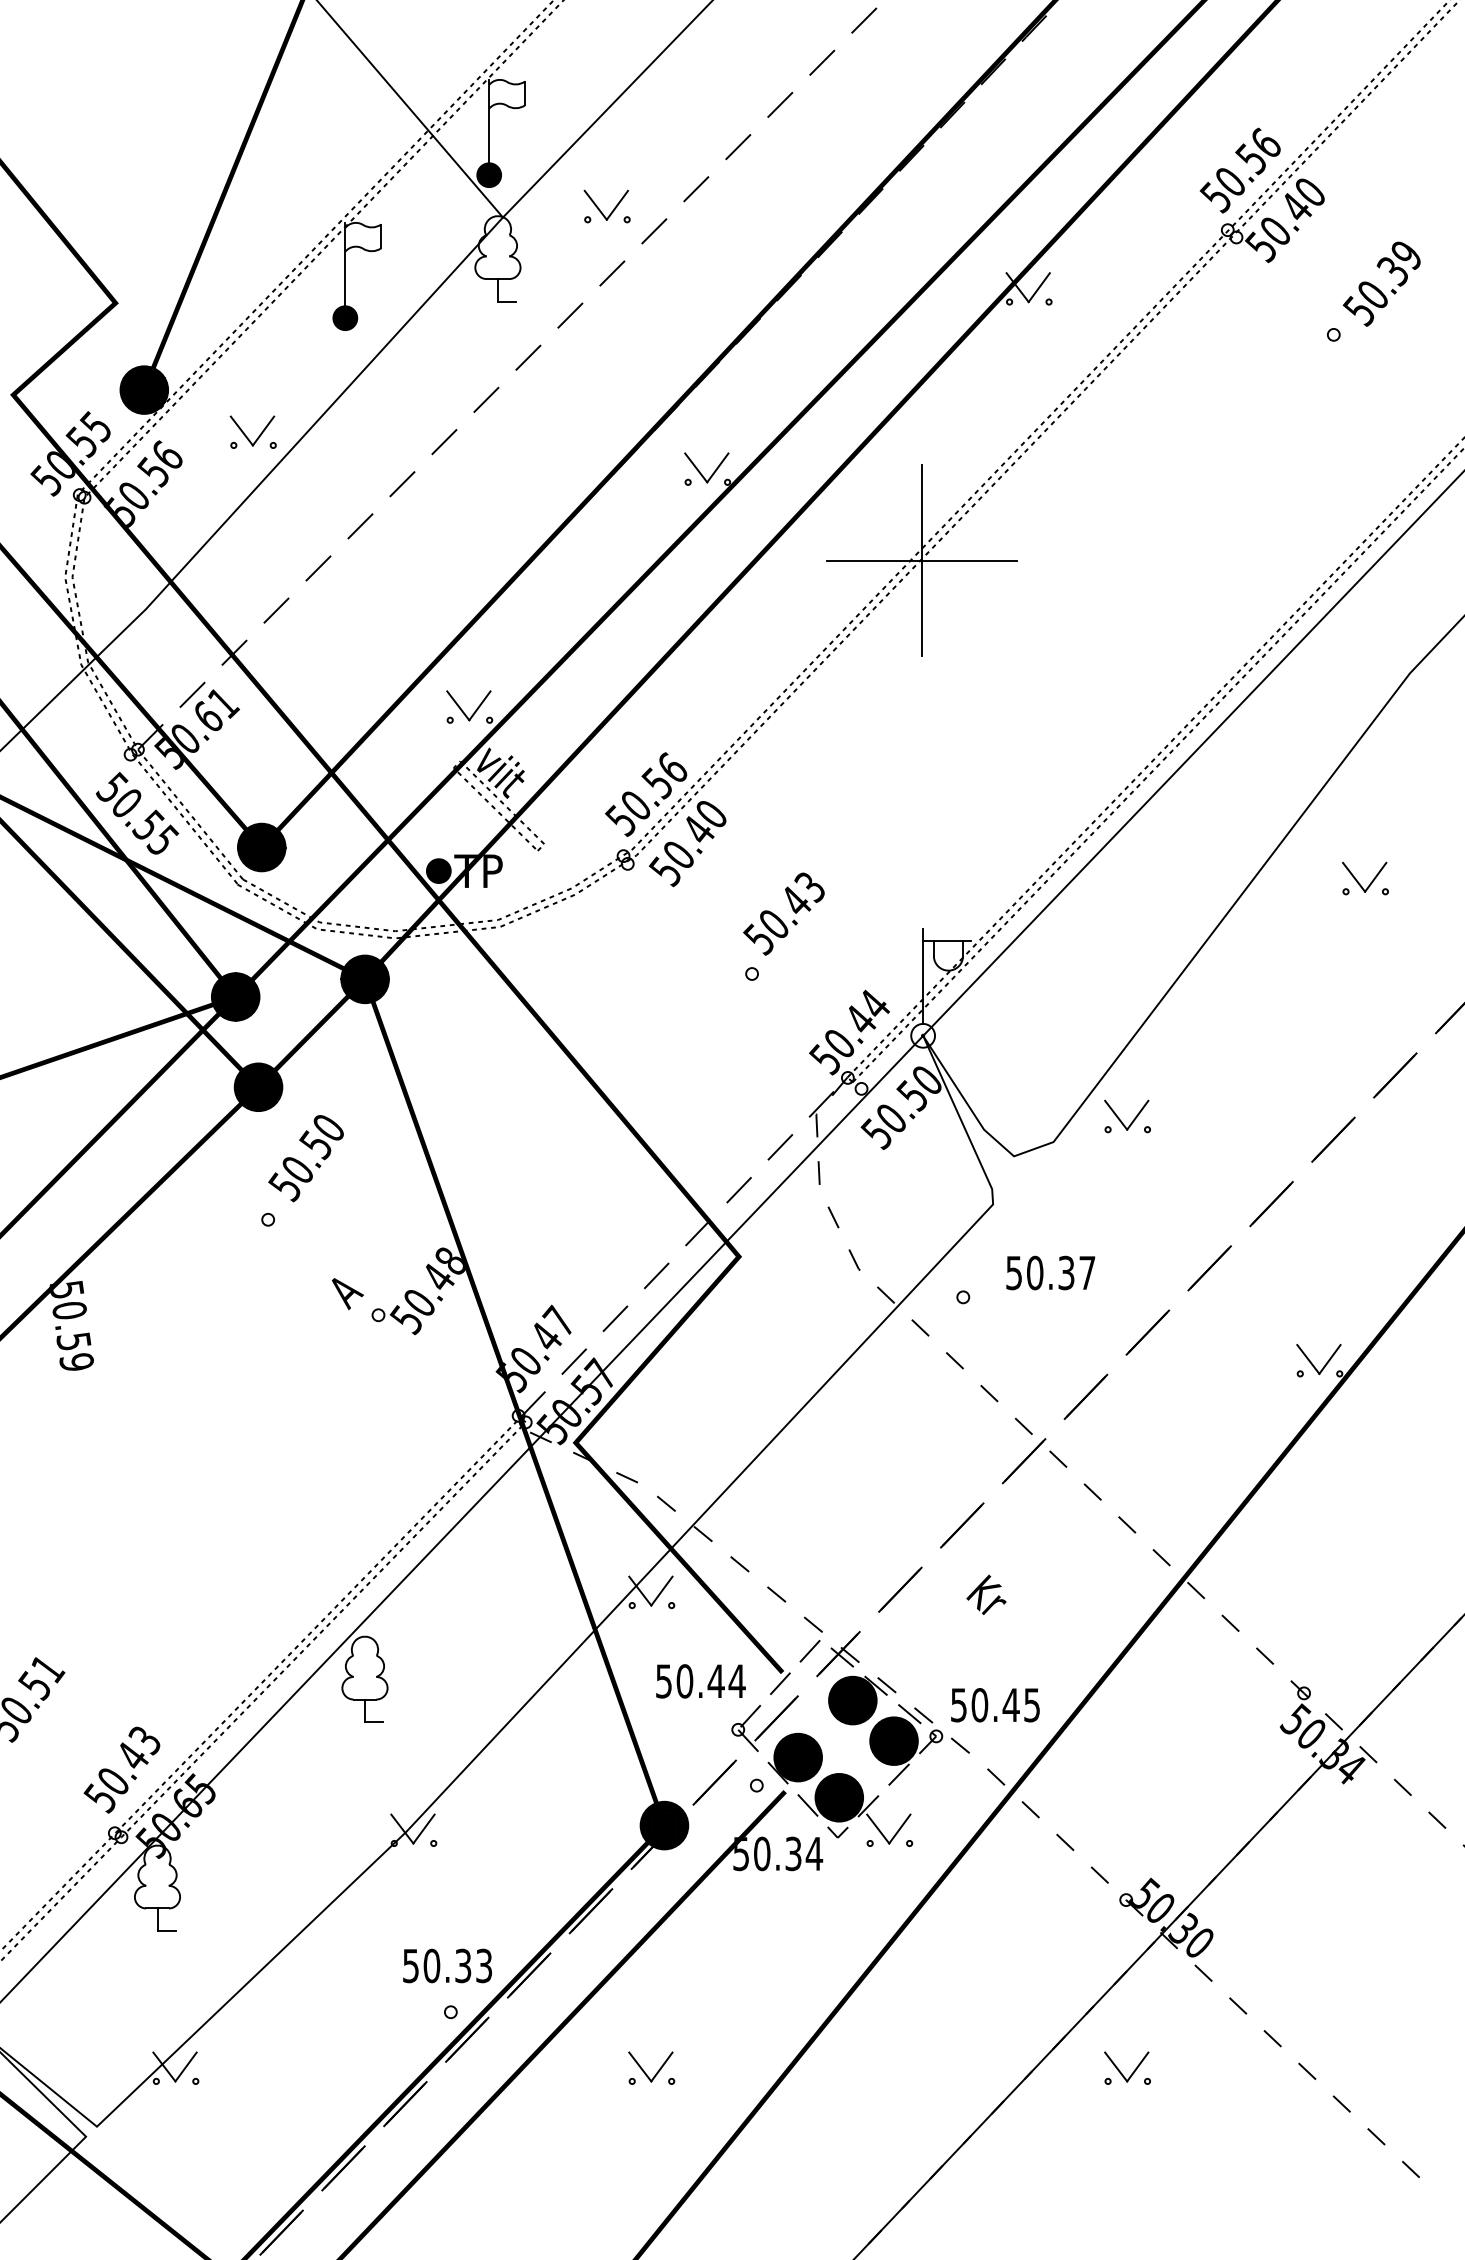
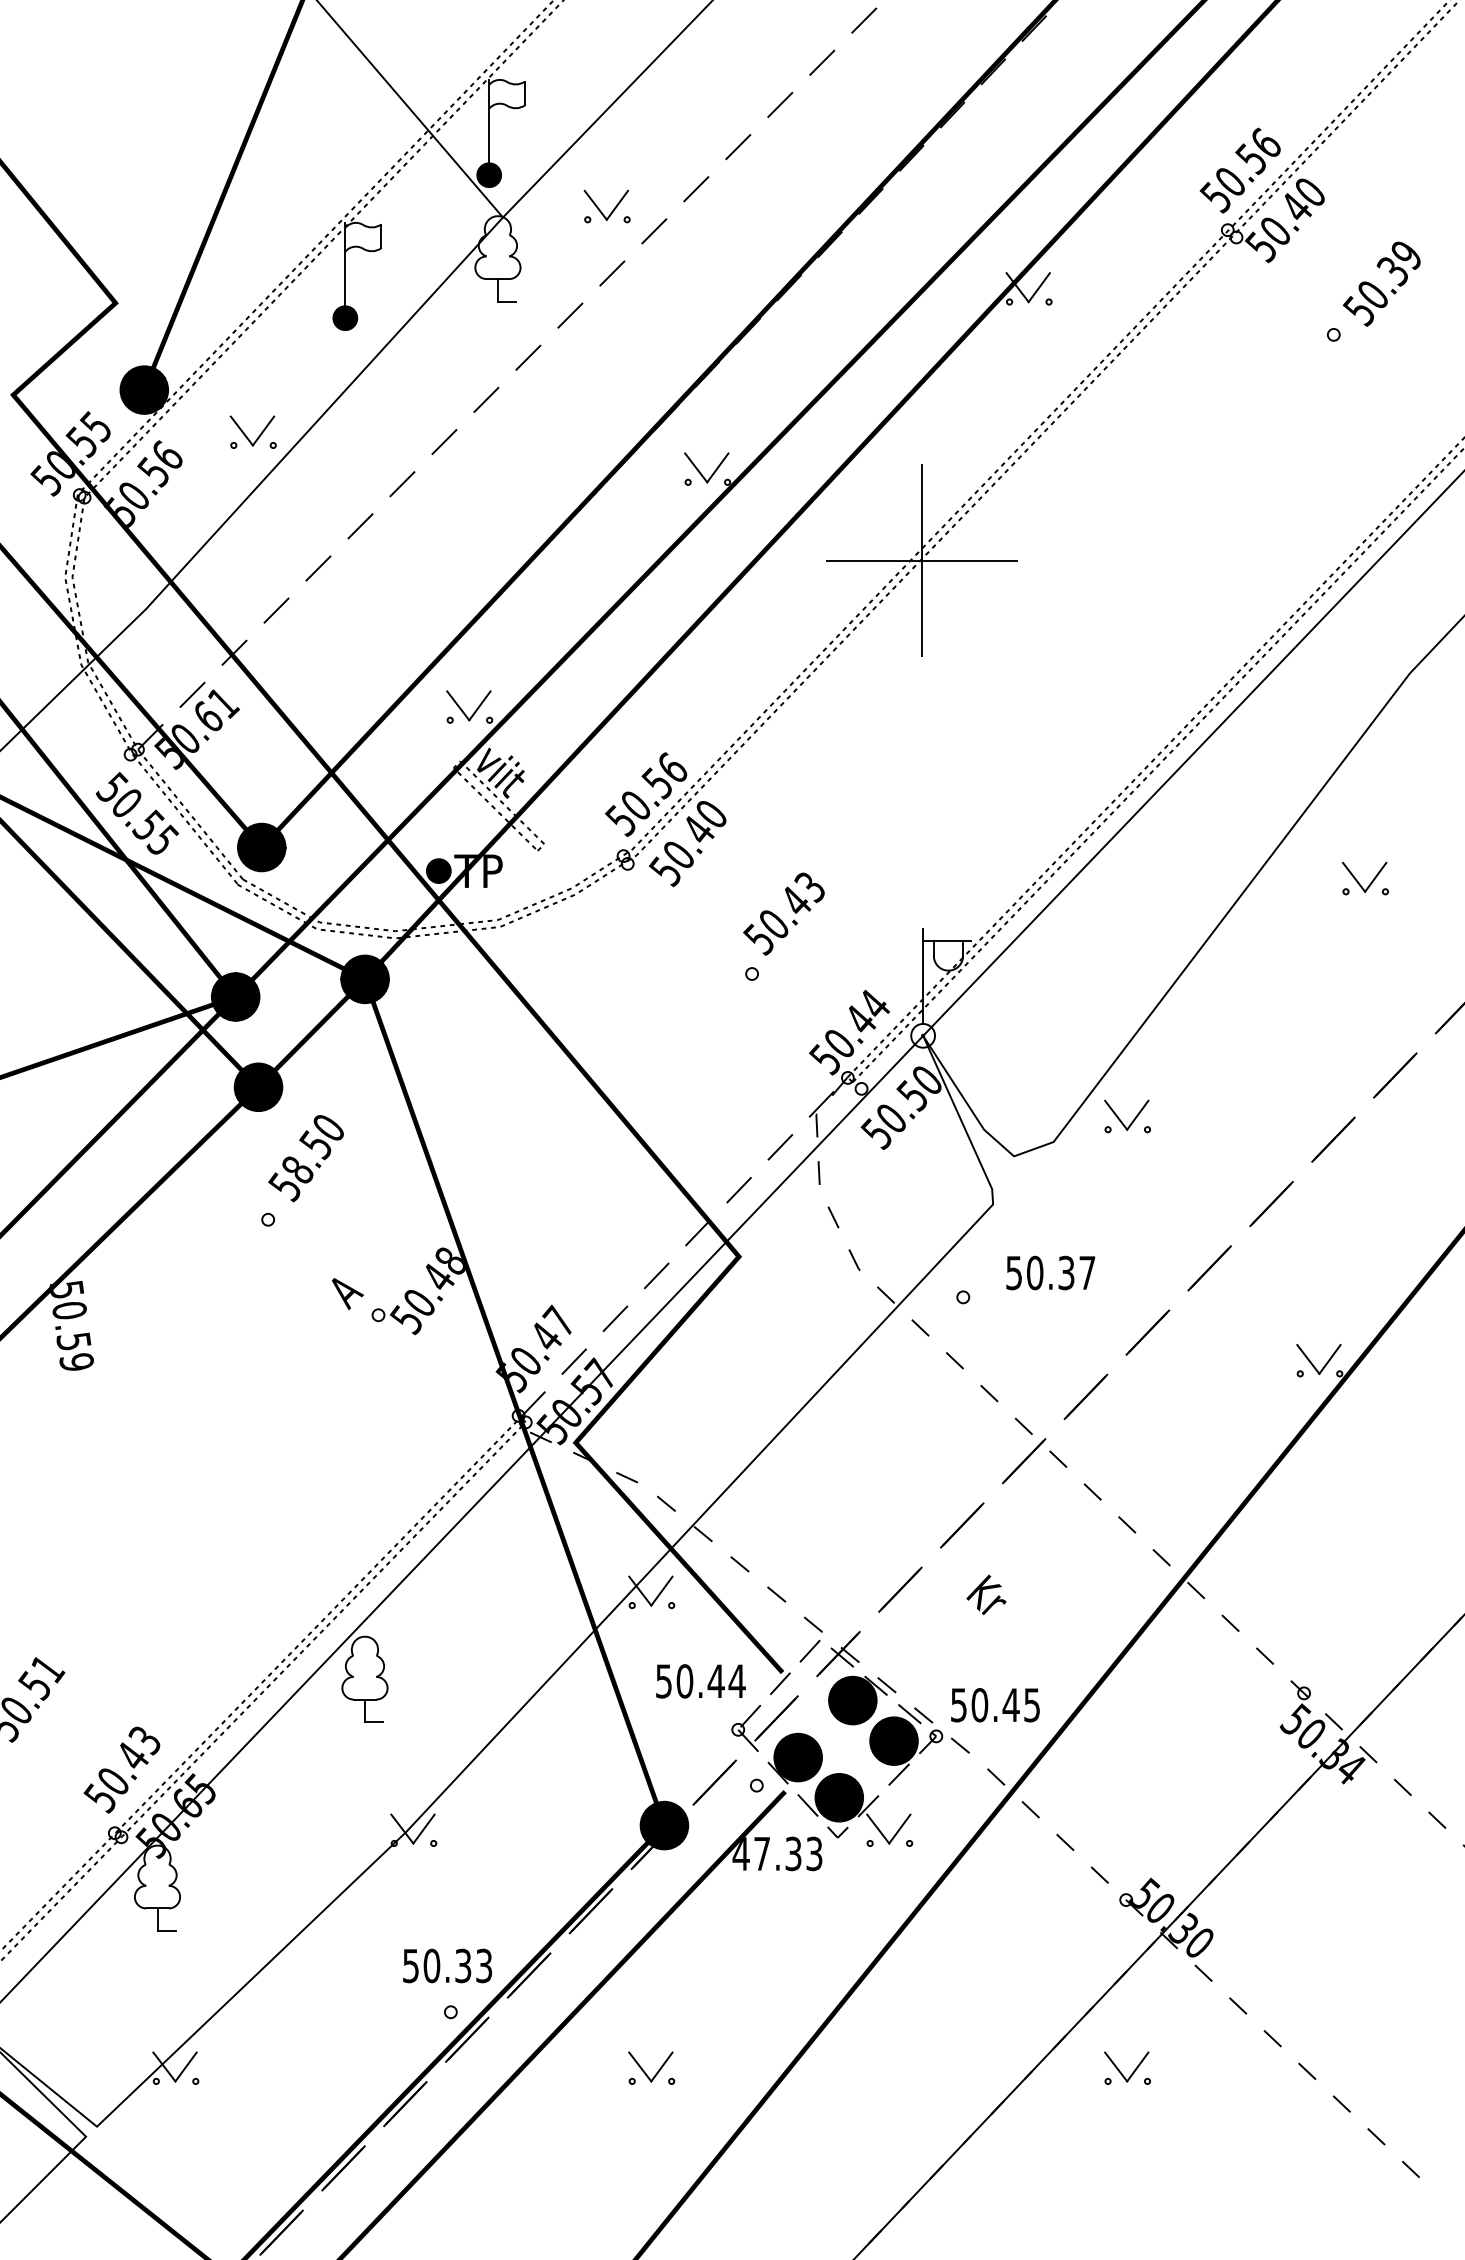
text at (297, 1169): 50.50 -> 58.50
text at (777, 1853): 50.34 -> 47.33
